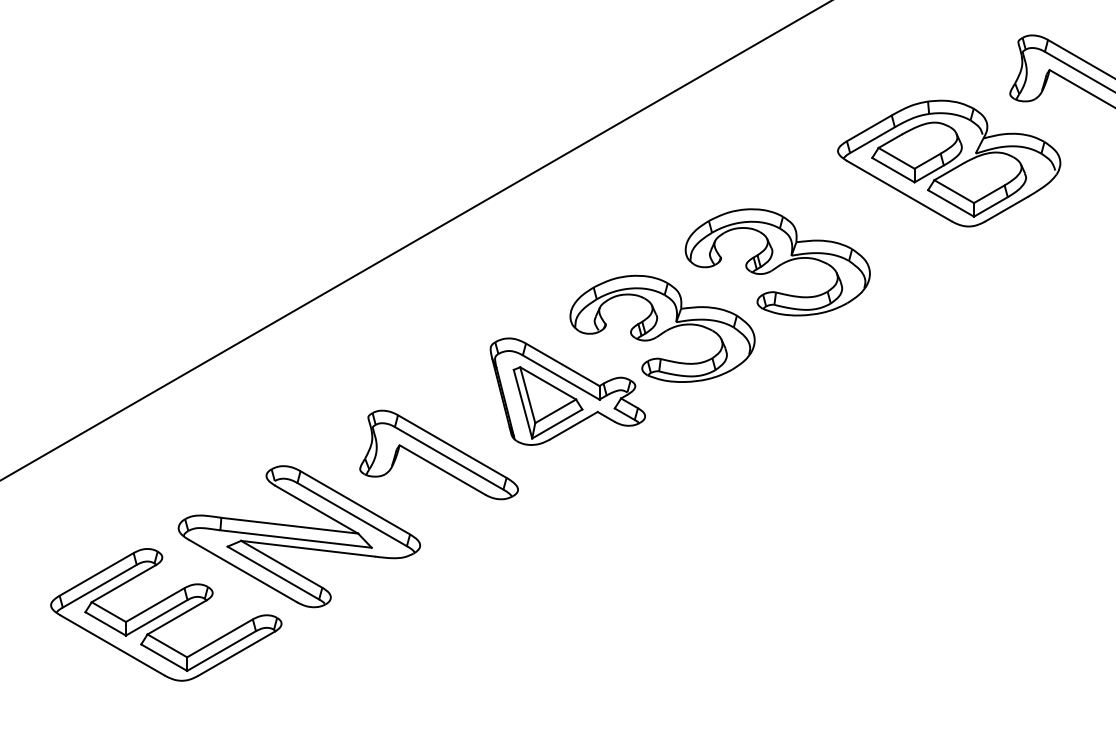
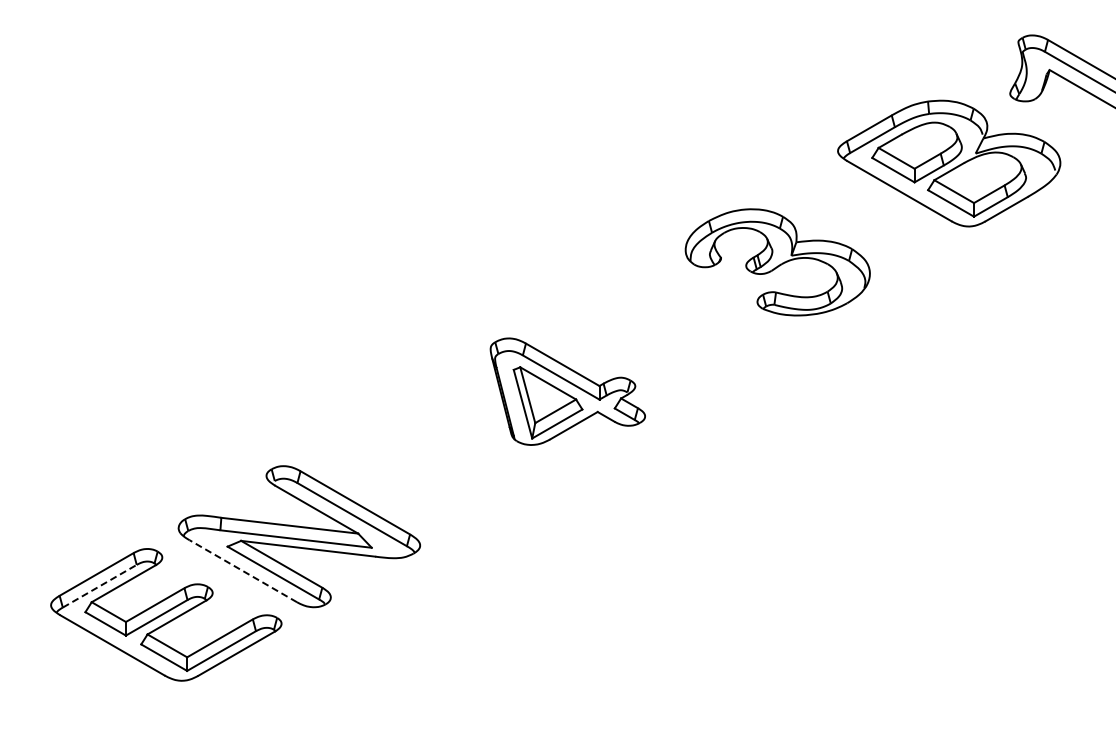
line at (415, 240): present -> none
part at (662, 328): present -> none
part at (438, 454): present -> none
line at (242, 570): solid -> dashed
line at (99, 586): solid -> dashed
